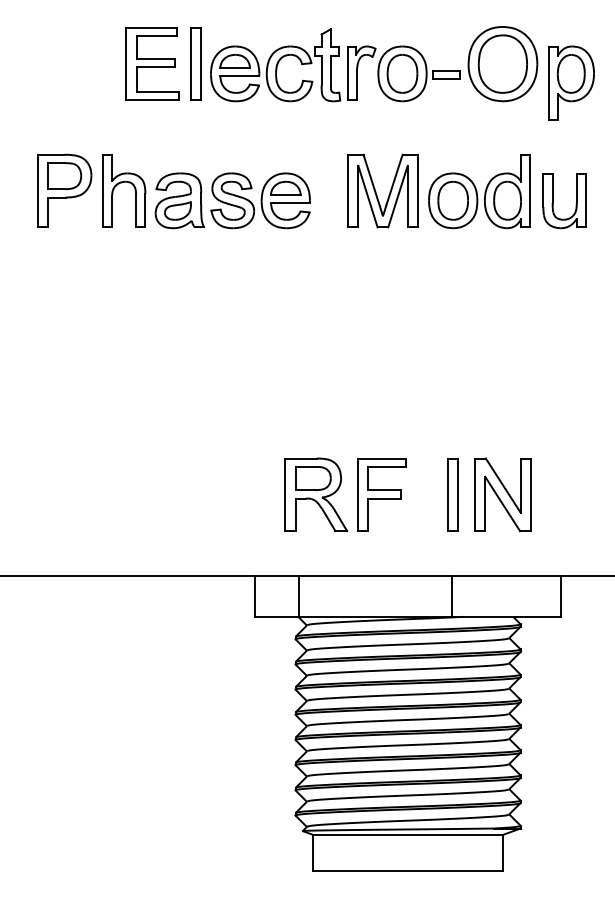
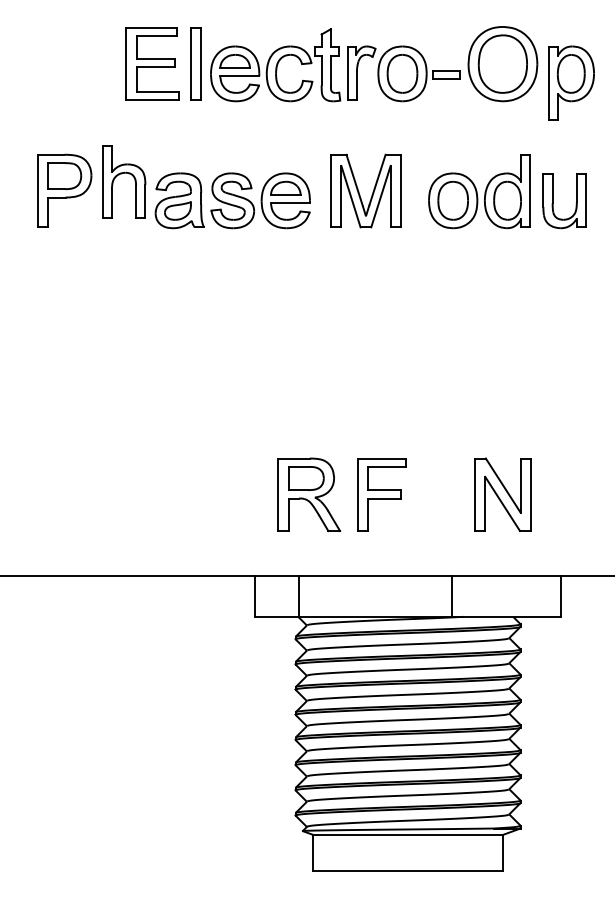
part at (122, 183) position: (122, 183) -> (122, 174)
part at (376, 191) position: (376, 191) -> (359, 191)
part at (316, 494) position: (316, 494) -> (309, 494)
part at (452, 494): present -> none
